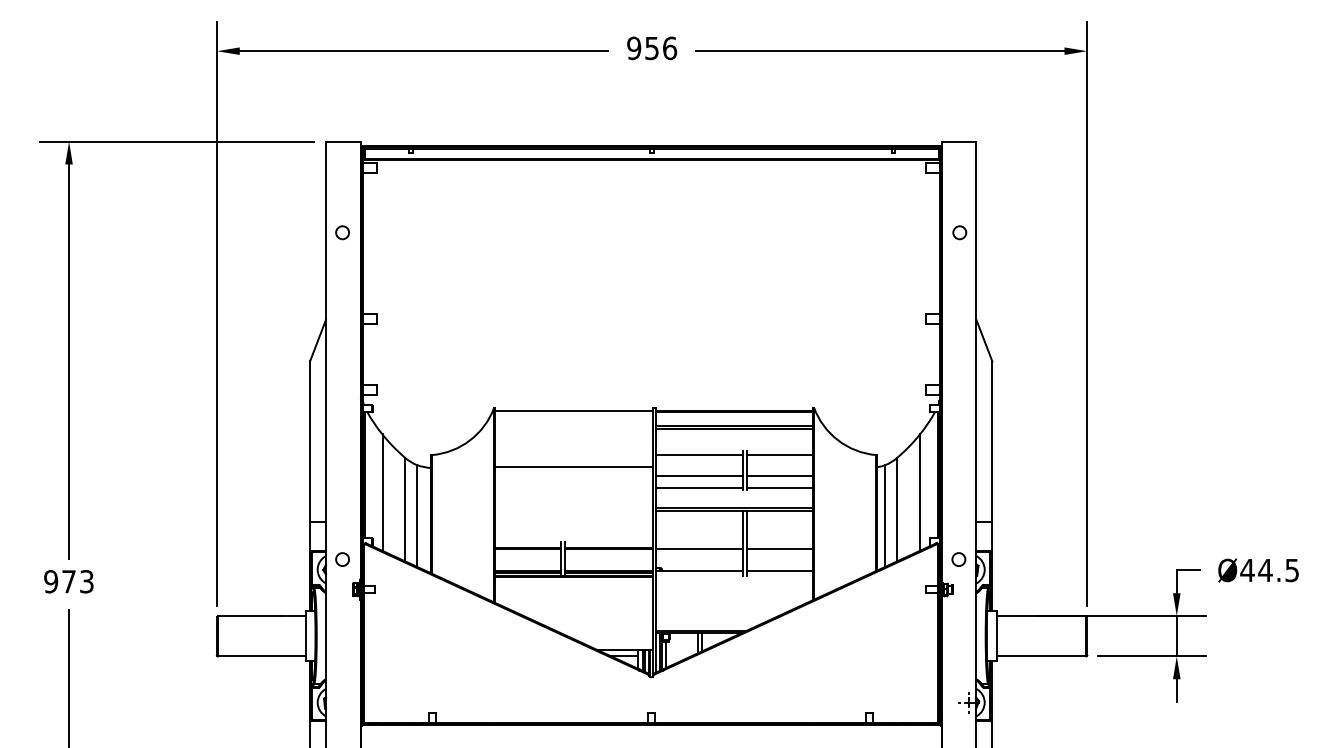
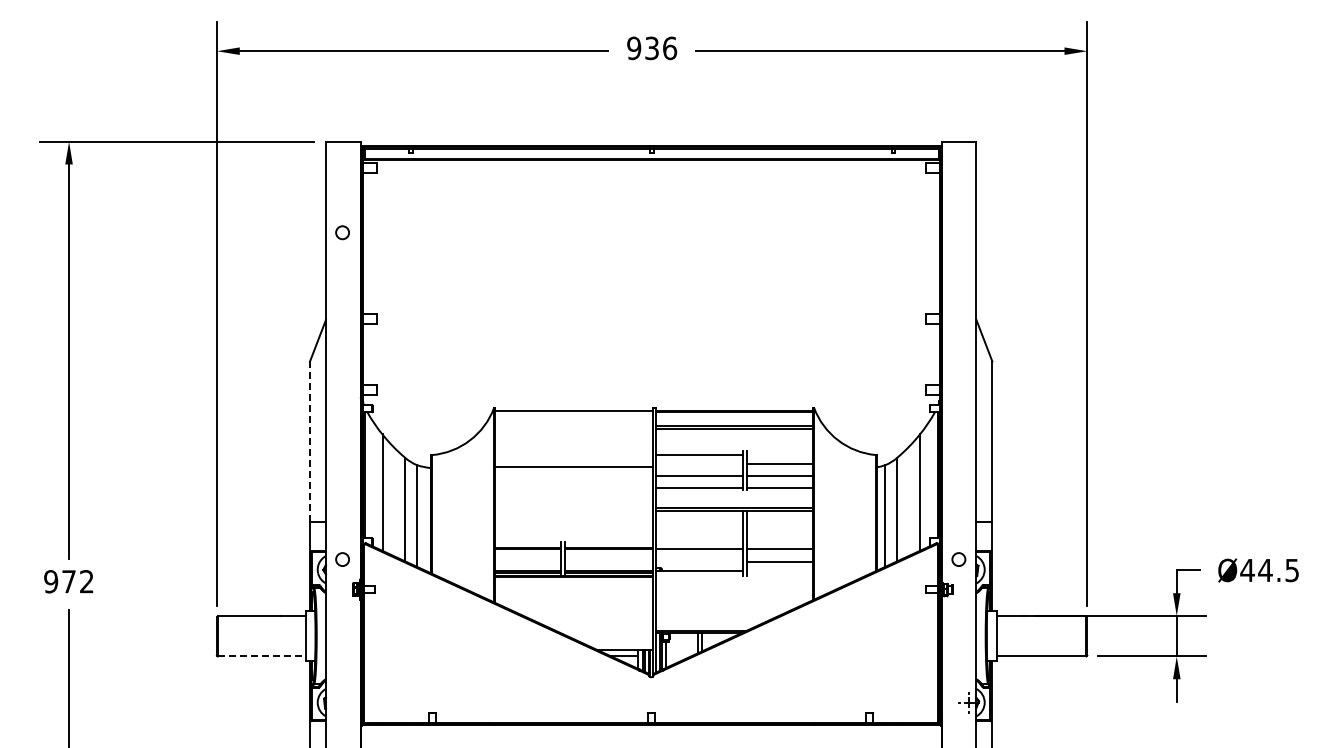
text at (652, 47): 956 -> 936
circle at (959, 232): present -> none
line at (310, 442): solid -> dashed
line at (780, 454) position: (780, 454) -> (780, 463)
line at (780, 571) position: (780, 571) -> (780, 562)
text at (86, 581): 973 -> 972
line at (261, 656): solid -> dashed
